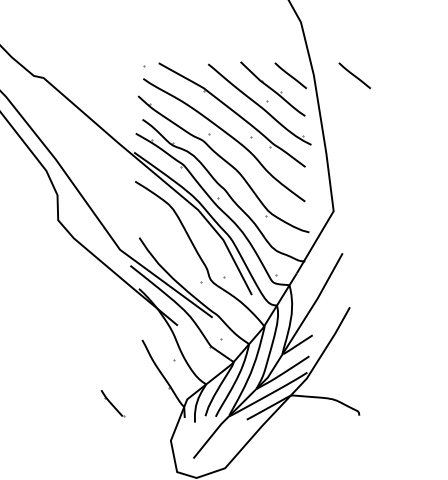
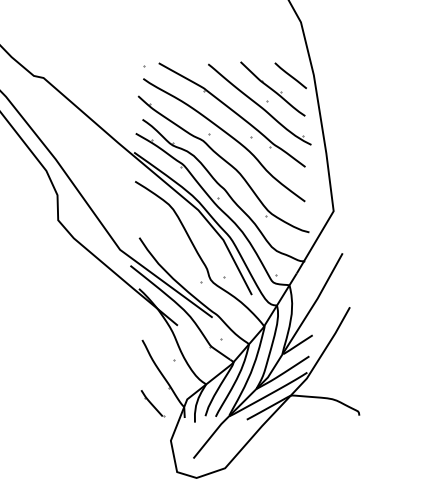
line at (354, 75): present -> none
part at (112, 403) position: (112, 403) -> (152, 403)
